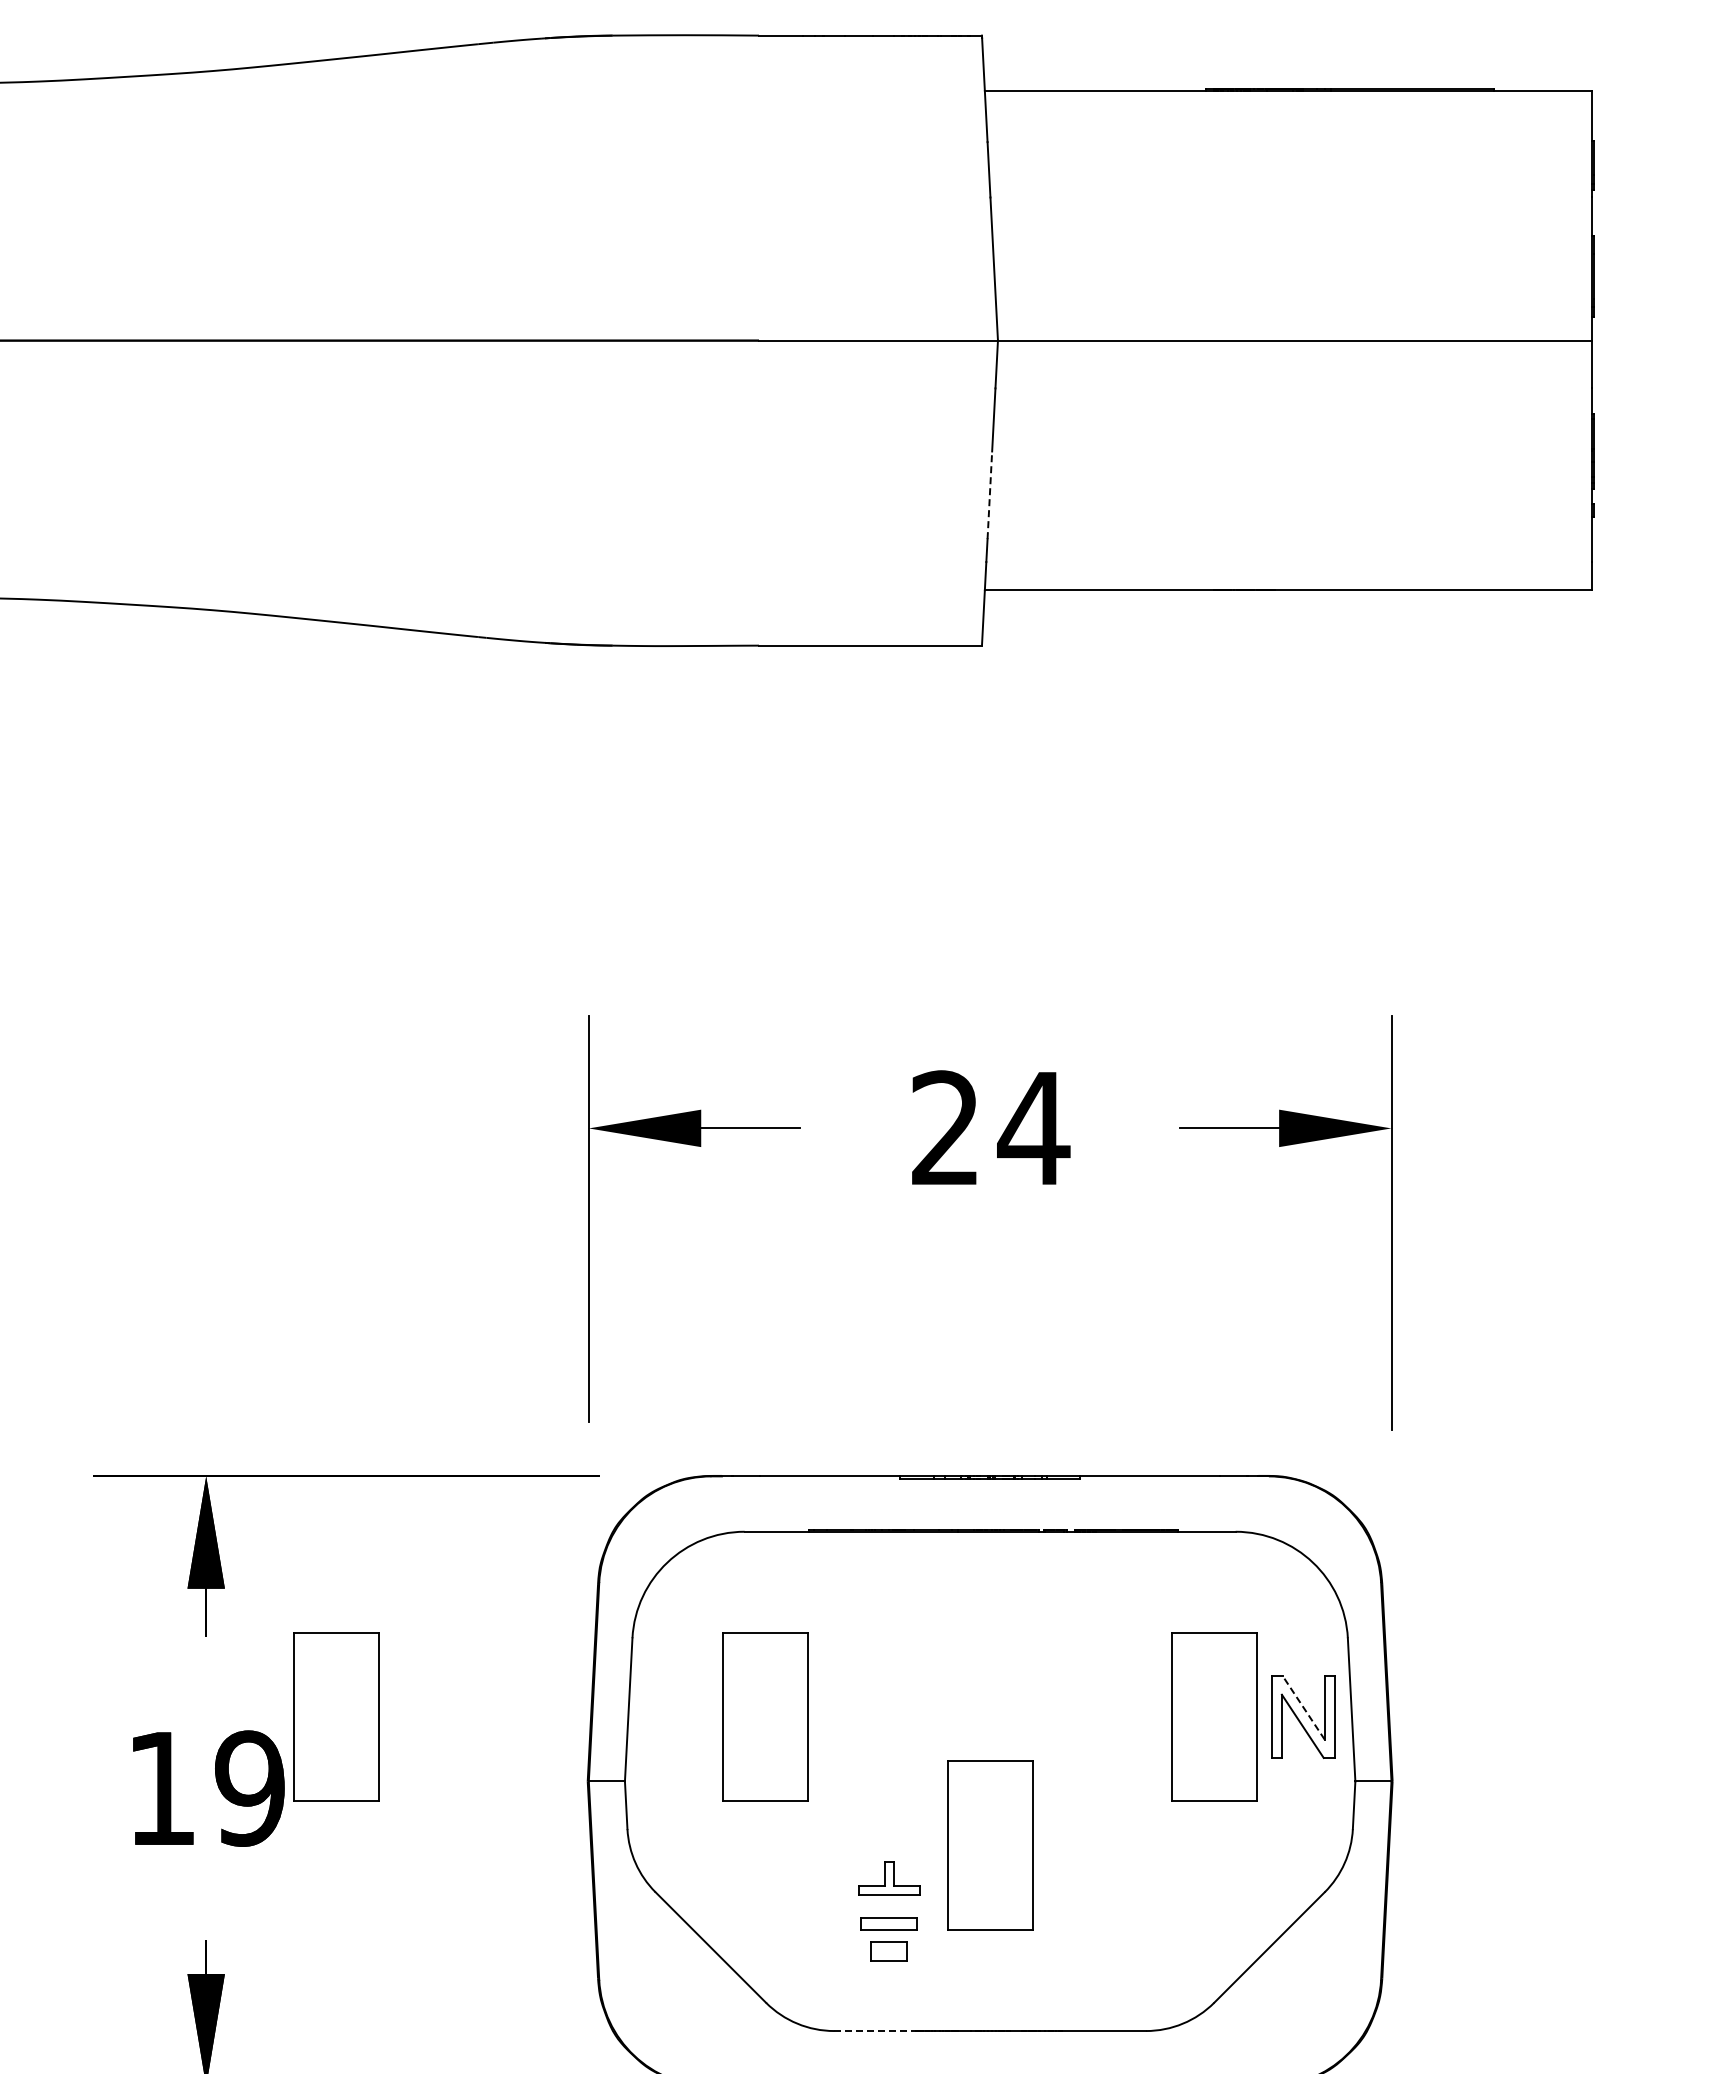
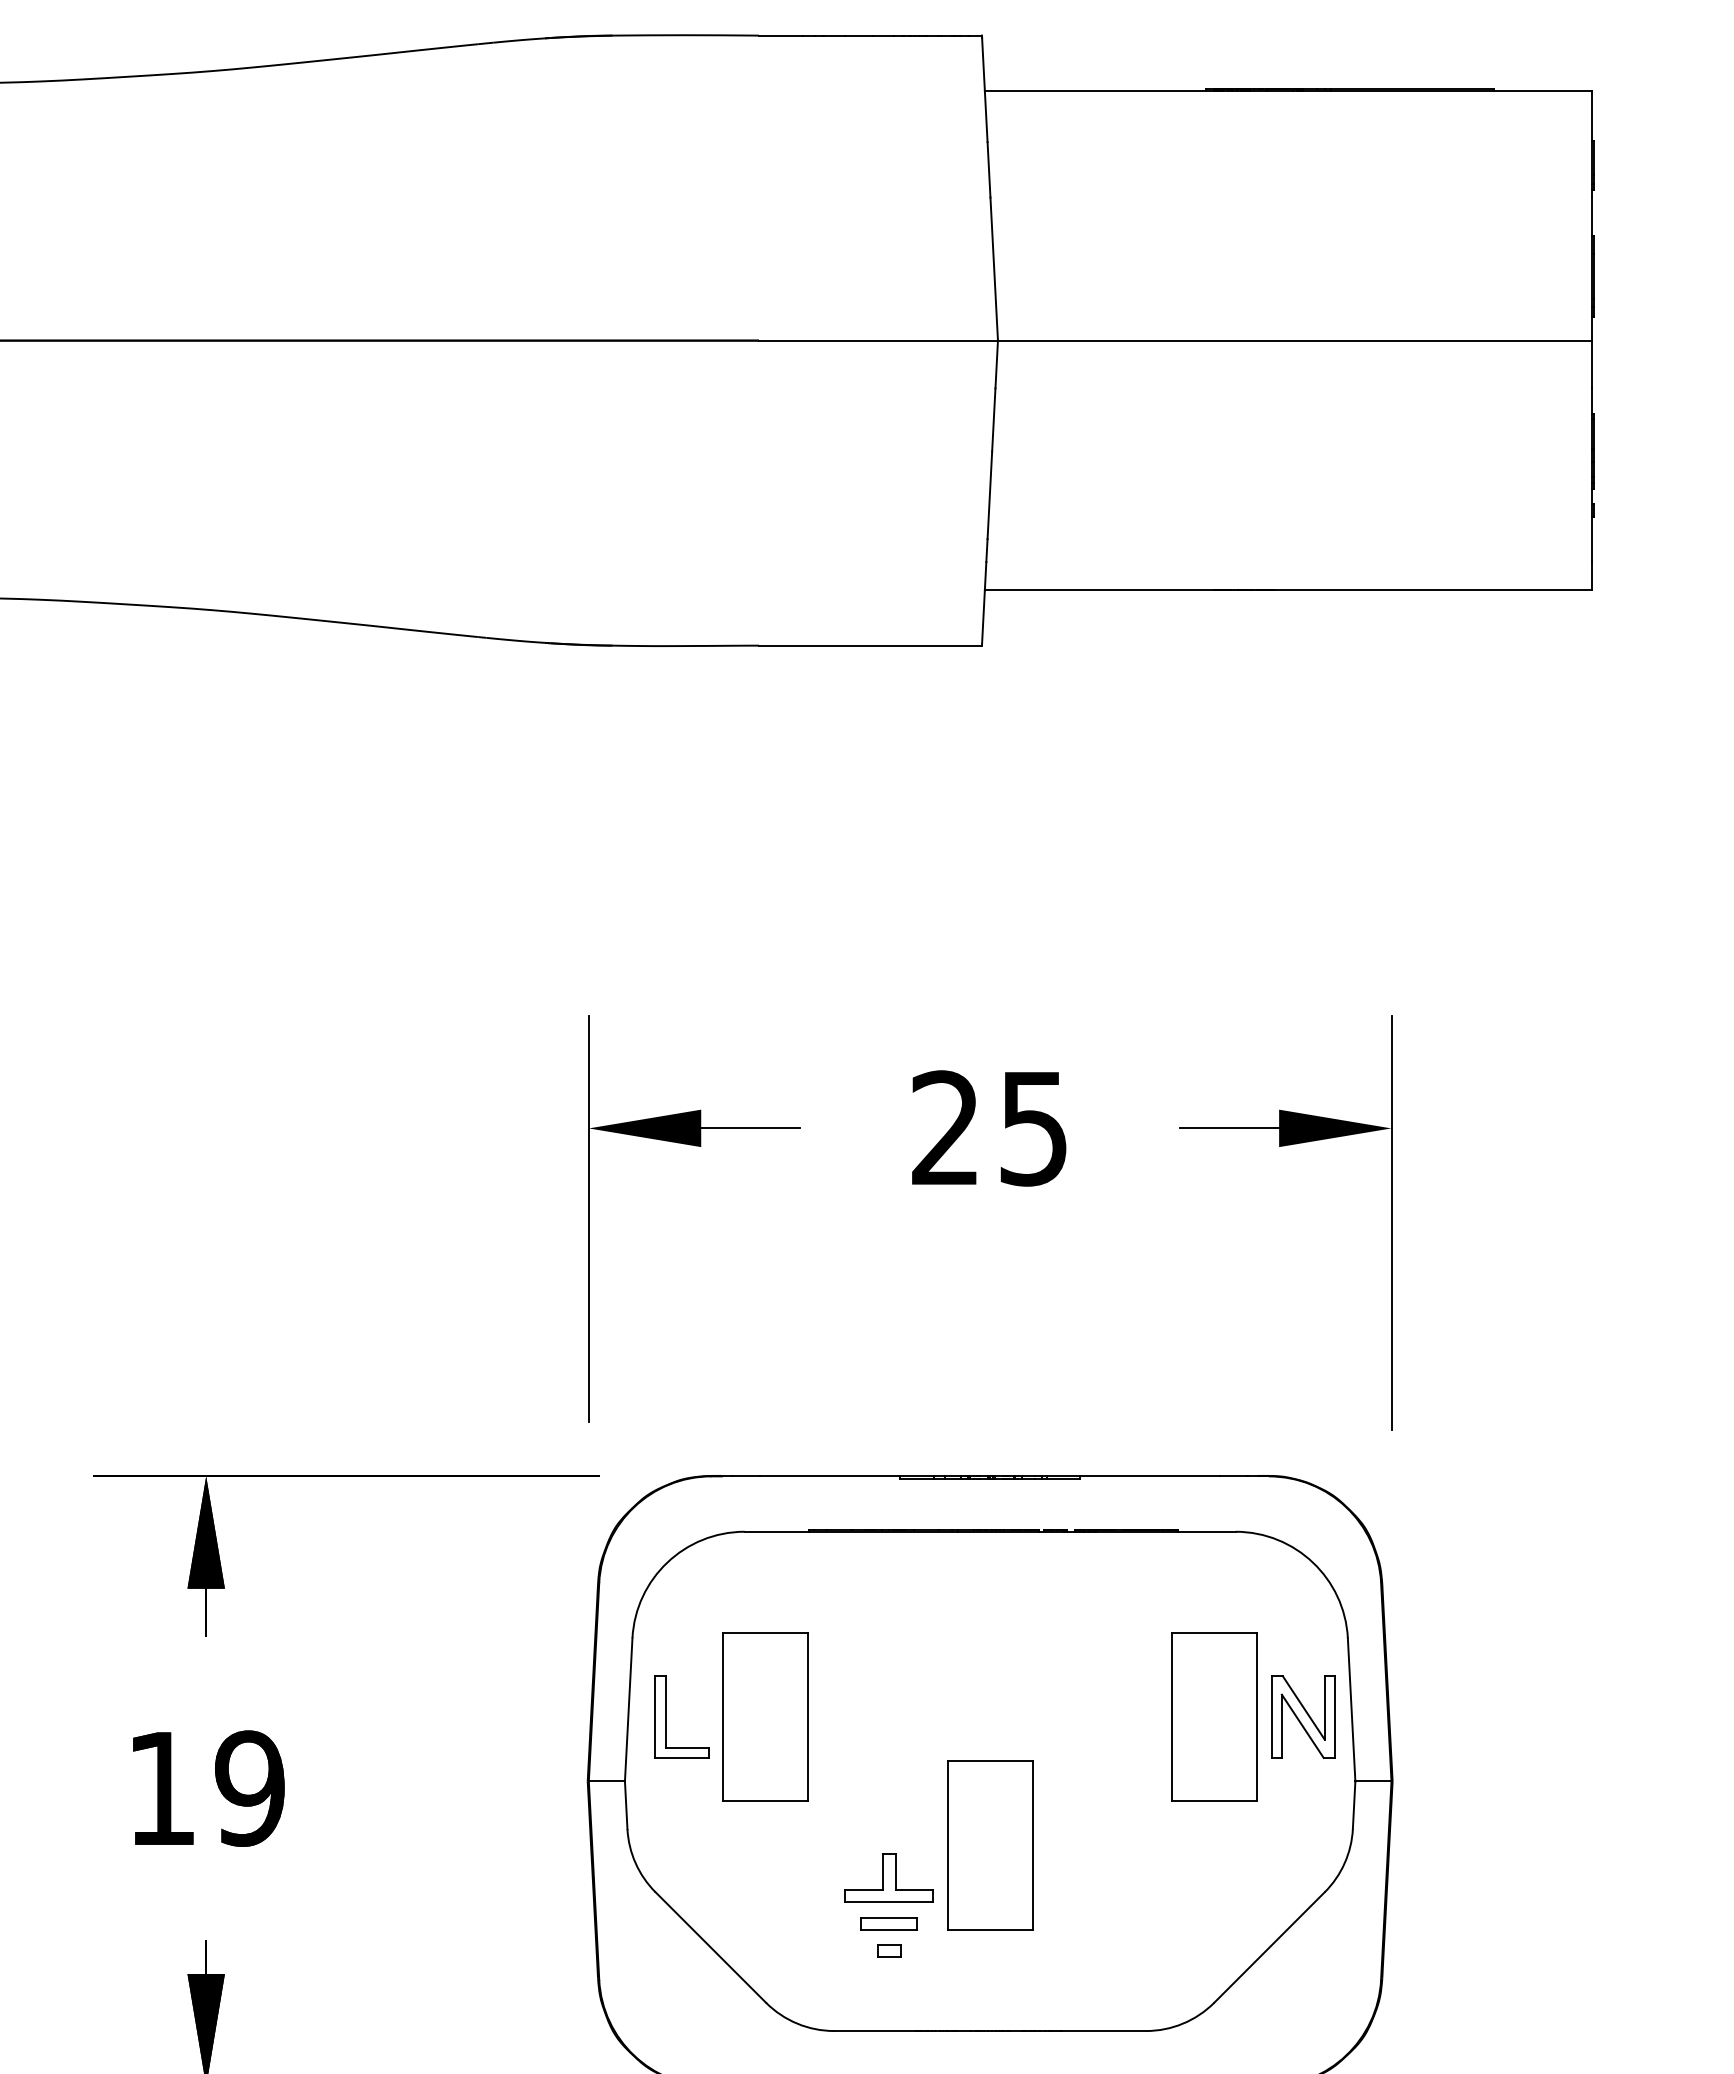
line at (989, 495): dashed -> solid
text at (1033, 1129): 24 -> 25
line at (1303, 1708): dashed -> solid
part at (336, 1716): present -> none
part at (666, 1716): none -> present
part at (889, 1878) size: 63x35 px -> 90x50 px
part at (888, 1951) size: 38x21 px -> 25x14 px
line at (875, 2031): dashed -> solid
